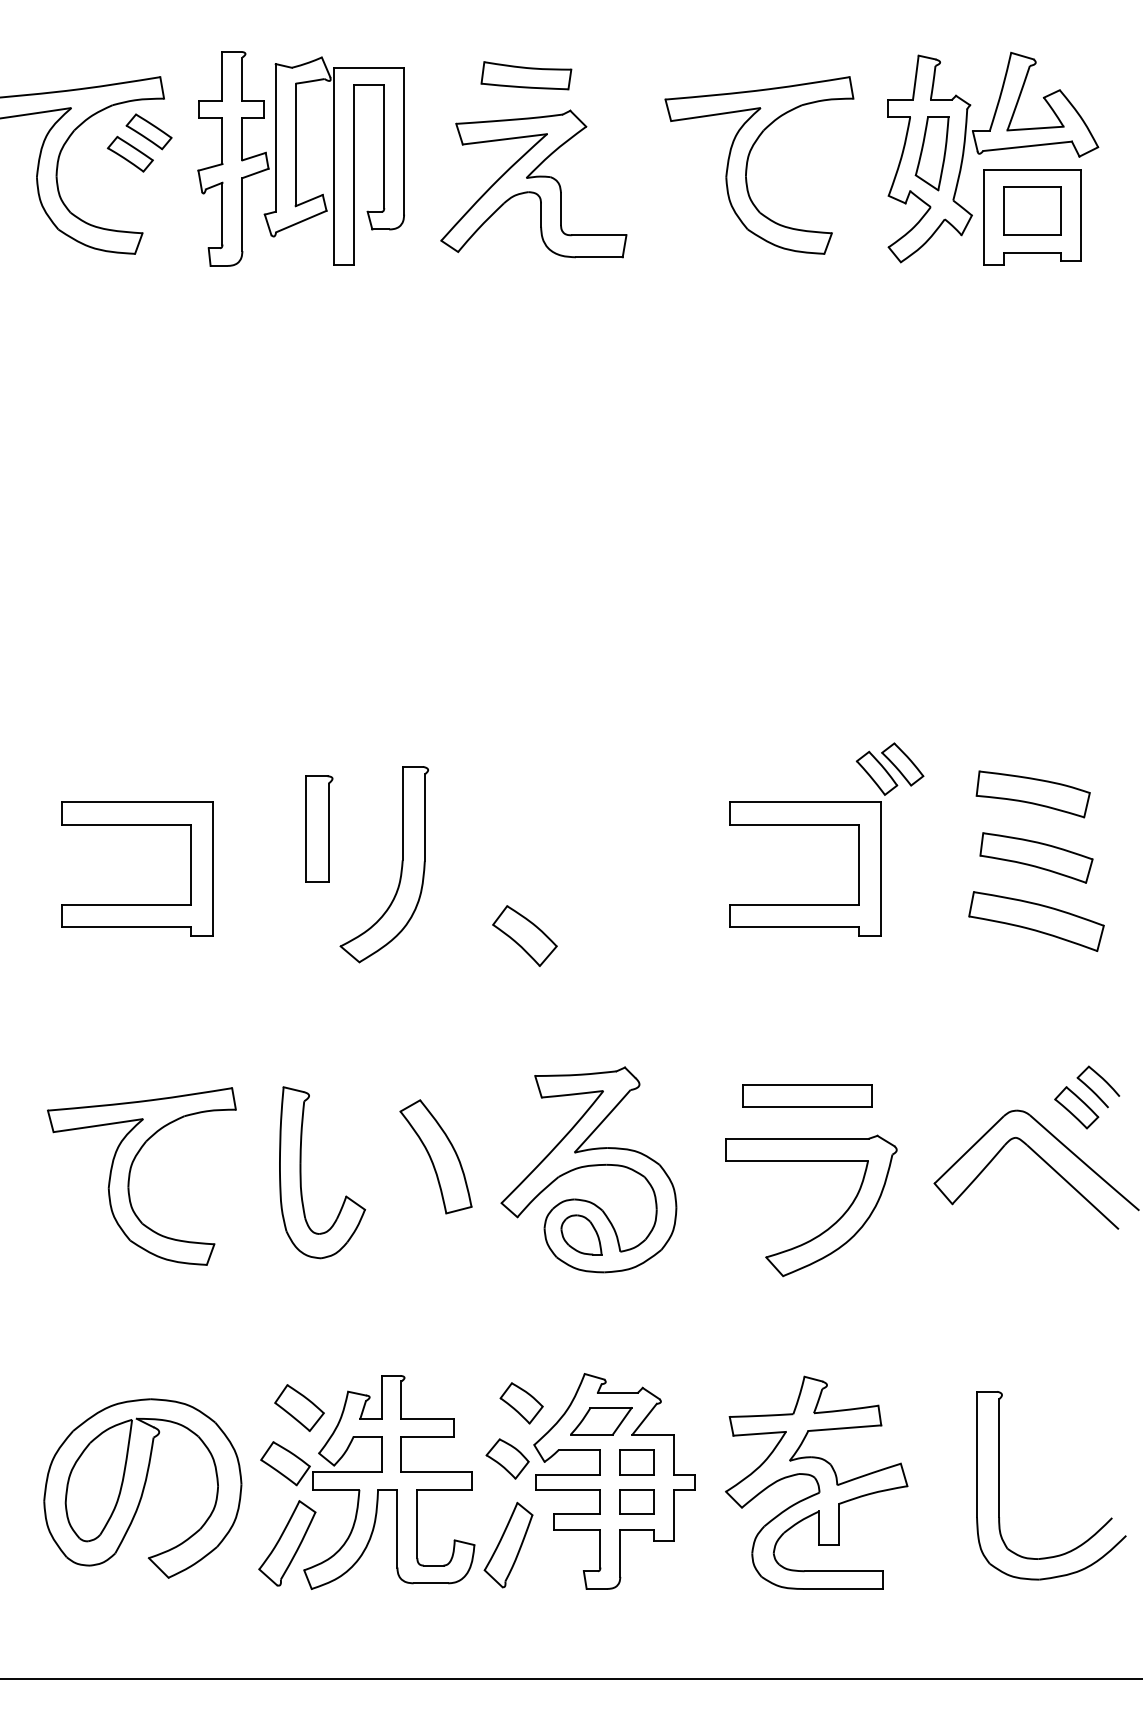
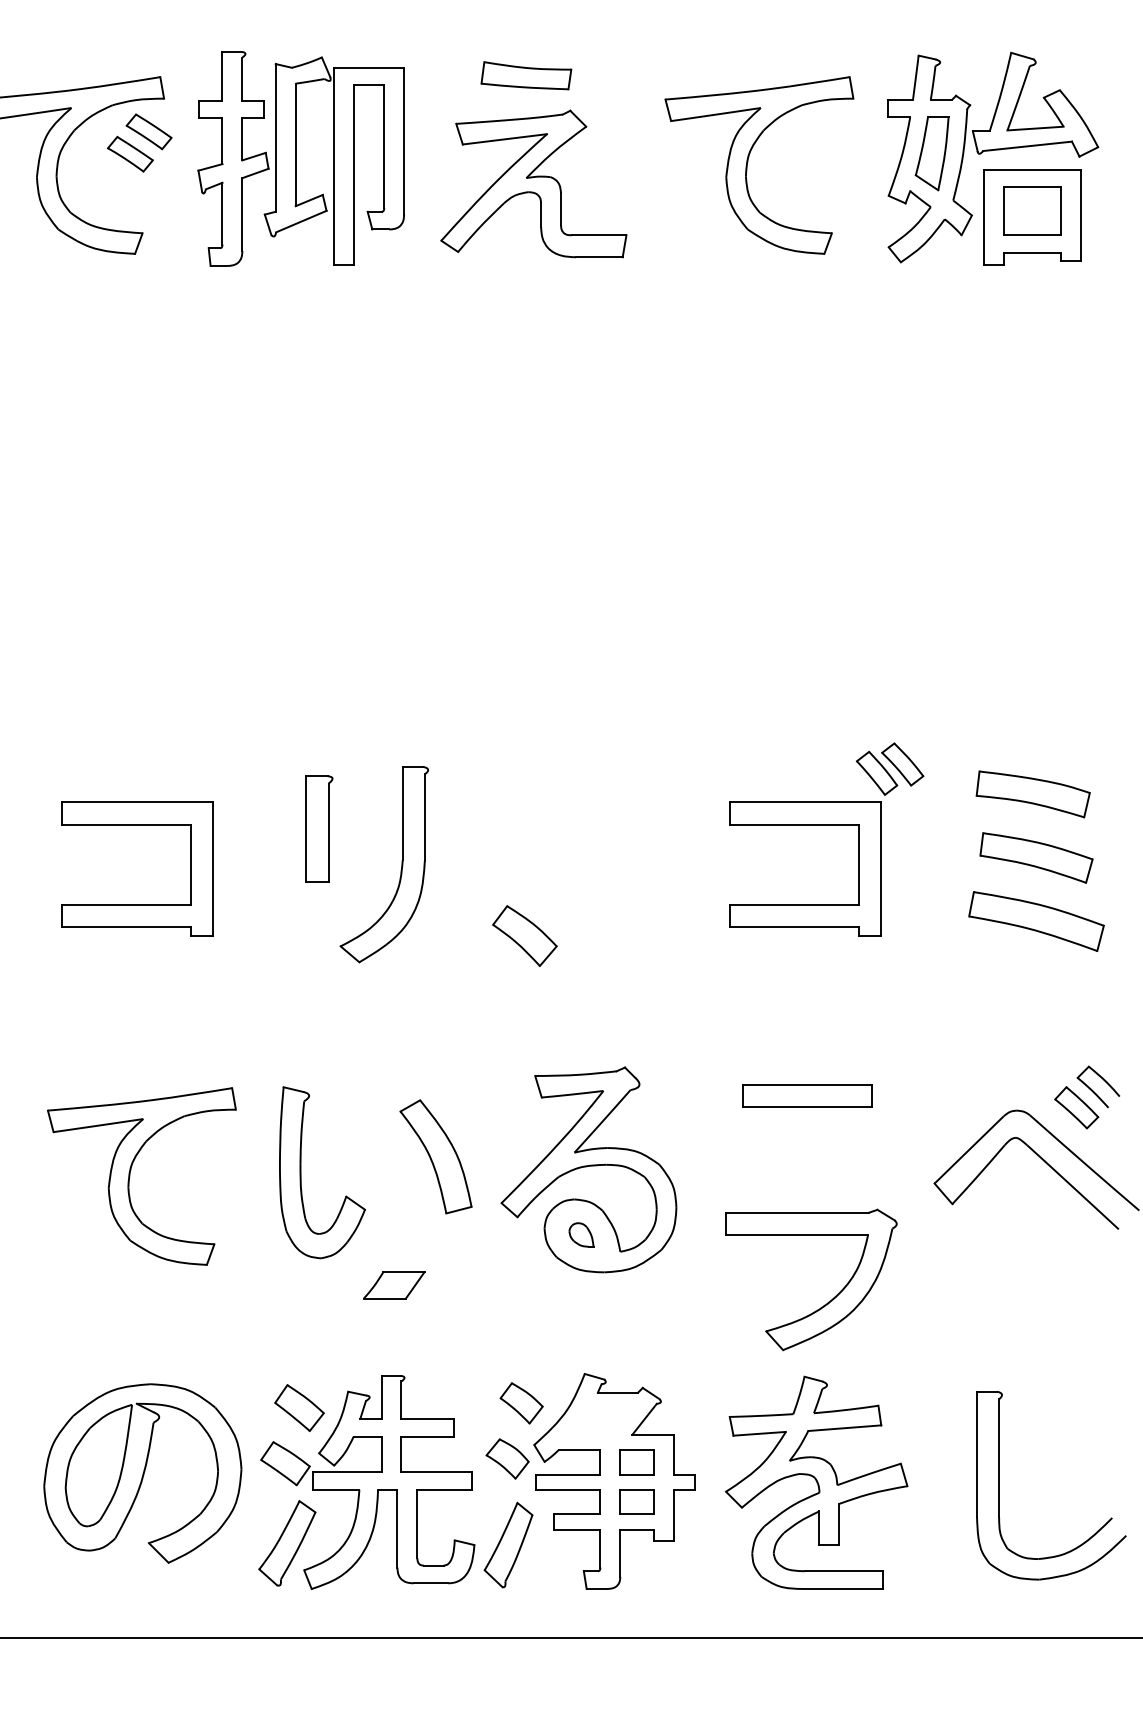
part at (828, 1227) position: (828, 1227) -> (828, 1301)
part at (581, 1234) size: 43x42 px -> 27x26 px
part at (601, 1421) position: (601, 1421) -> (394, 1285)
part at (142, 1488) position: (142, 1488) -> (142, 1473)
line at (570, 1679) position: (570, 1679) -> (570, 1638)
